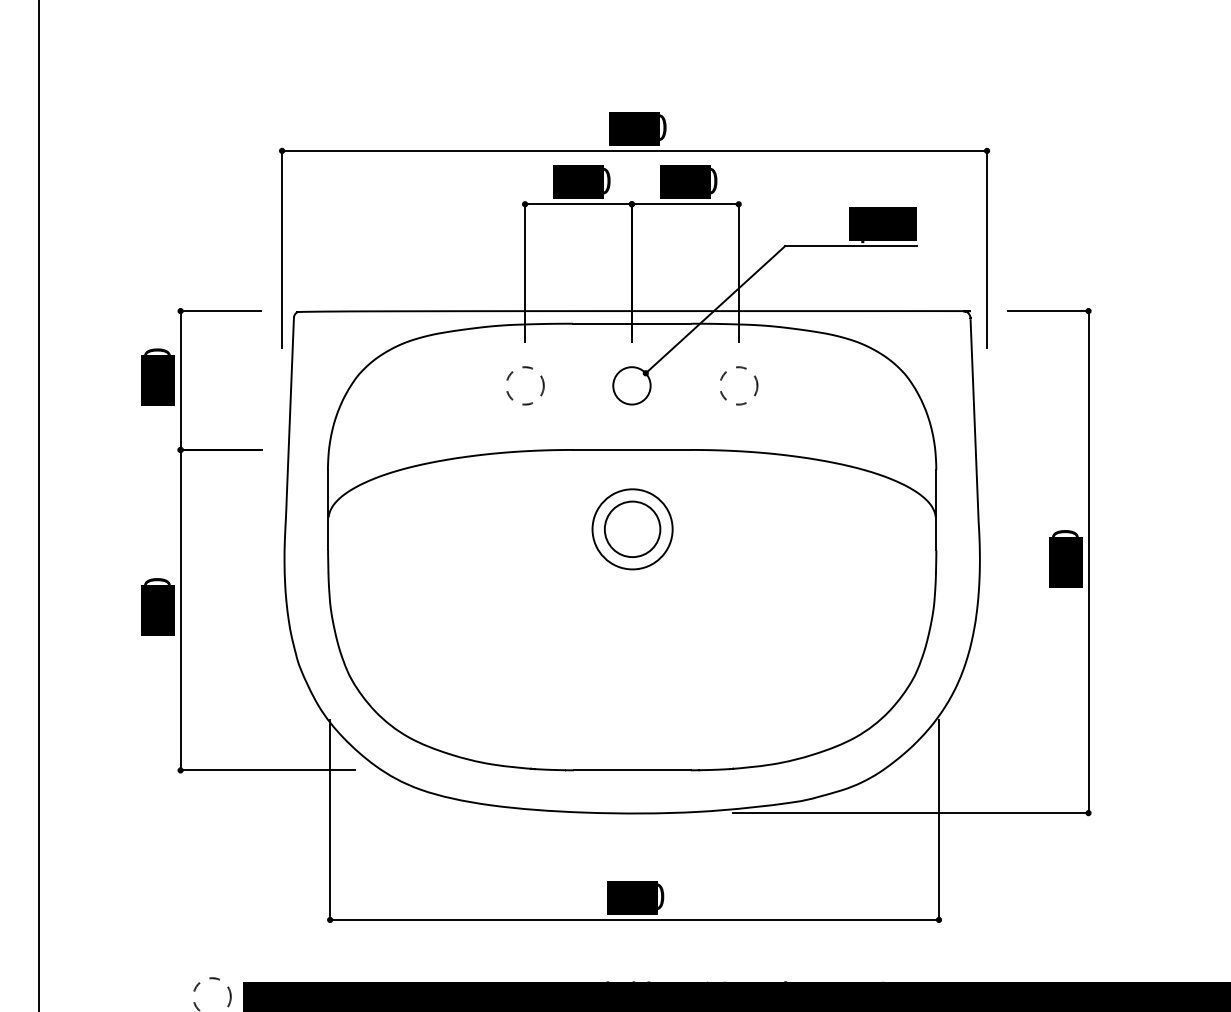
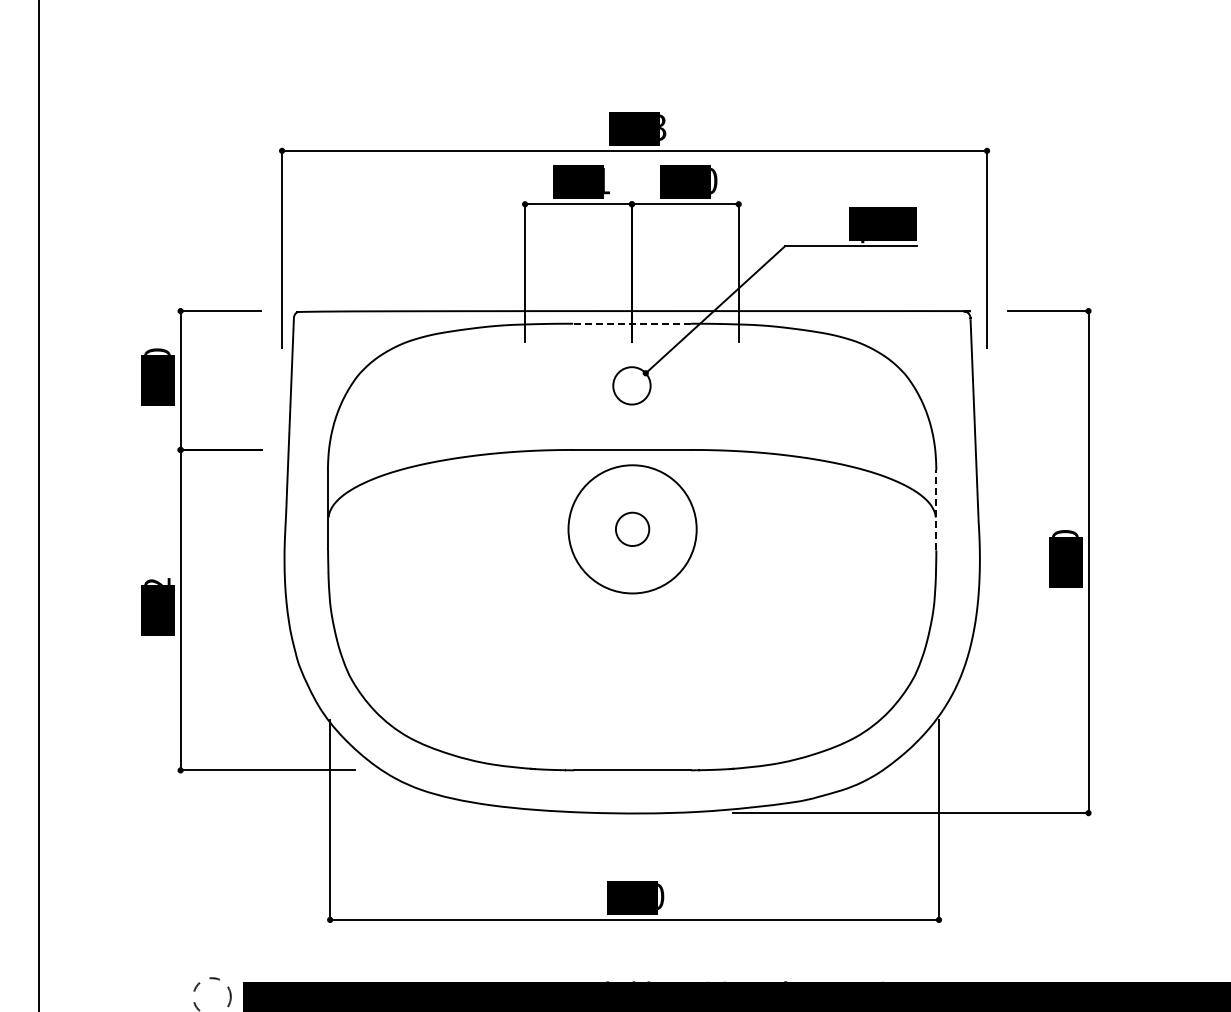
text at (663, 127): 660 -> 783
text at (607, 181): 100 -> 101
line at (631, 323): solid -> dashed
circle at (525, 385): present -> none
circle at (739, 385): present -> none
line at (936, 509): solid -> dashed
circle at (632, 529) diameter: 56 px -> 33 px
circle at (632, 529) diameter: 80 px -> 128 px
text at (157, 581): 300 -> 212
